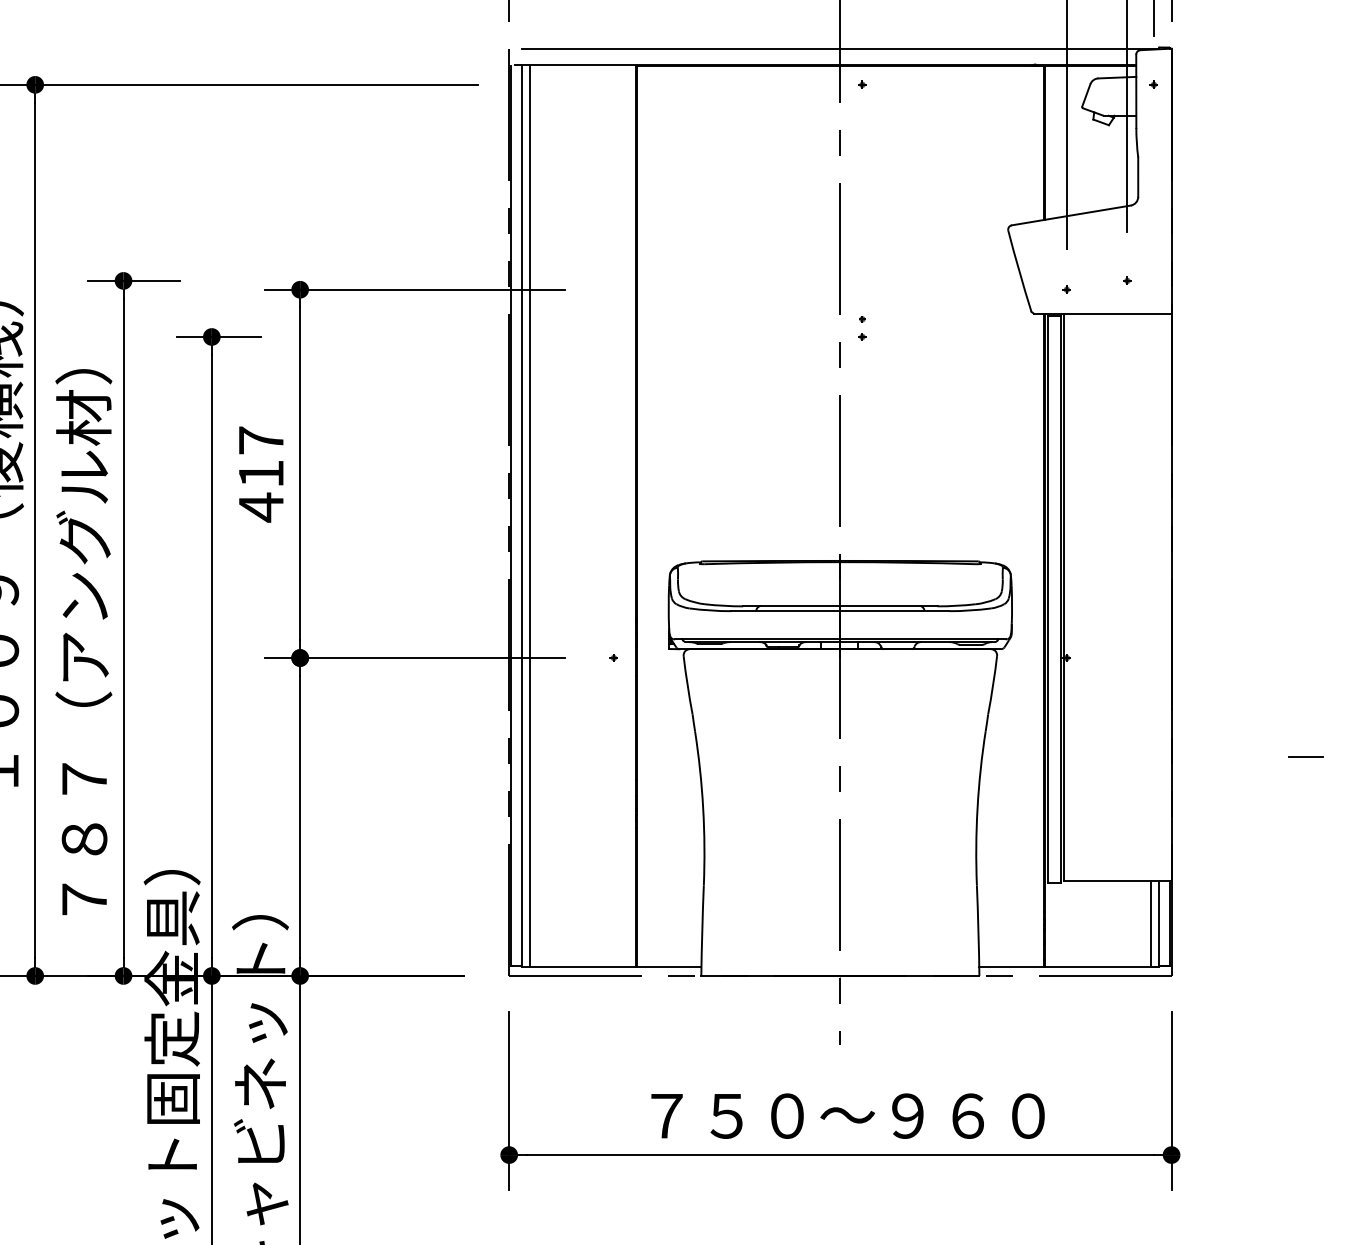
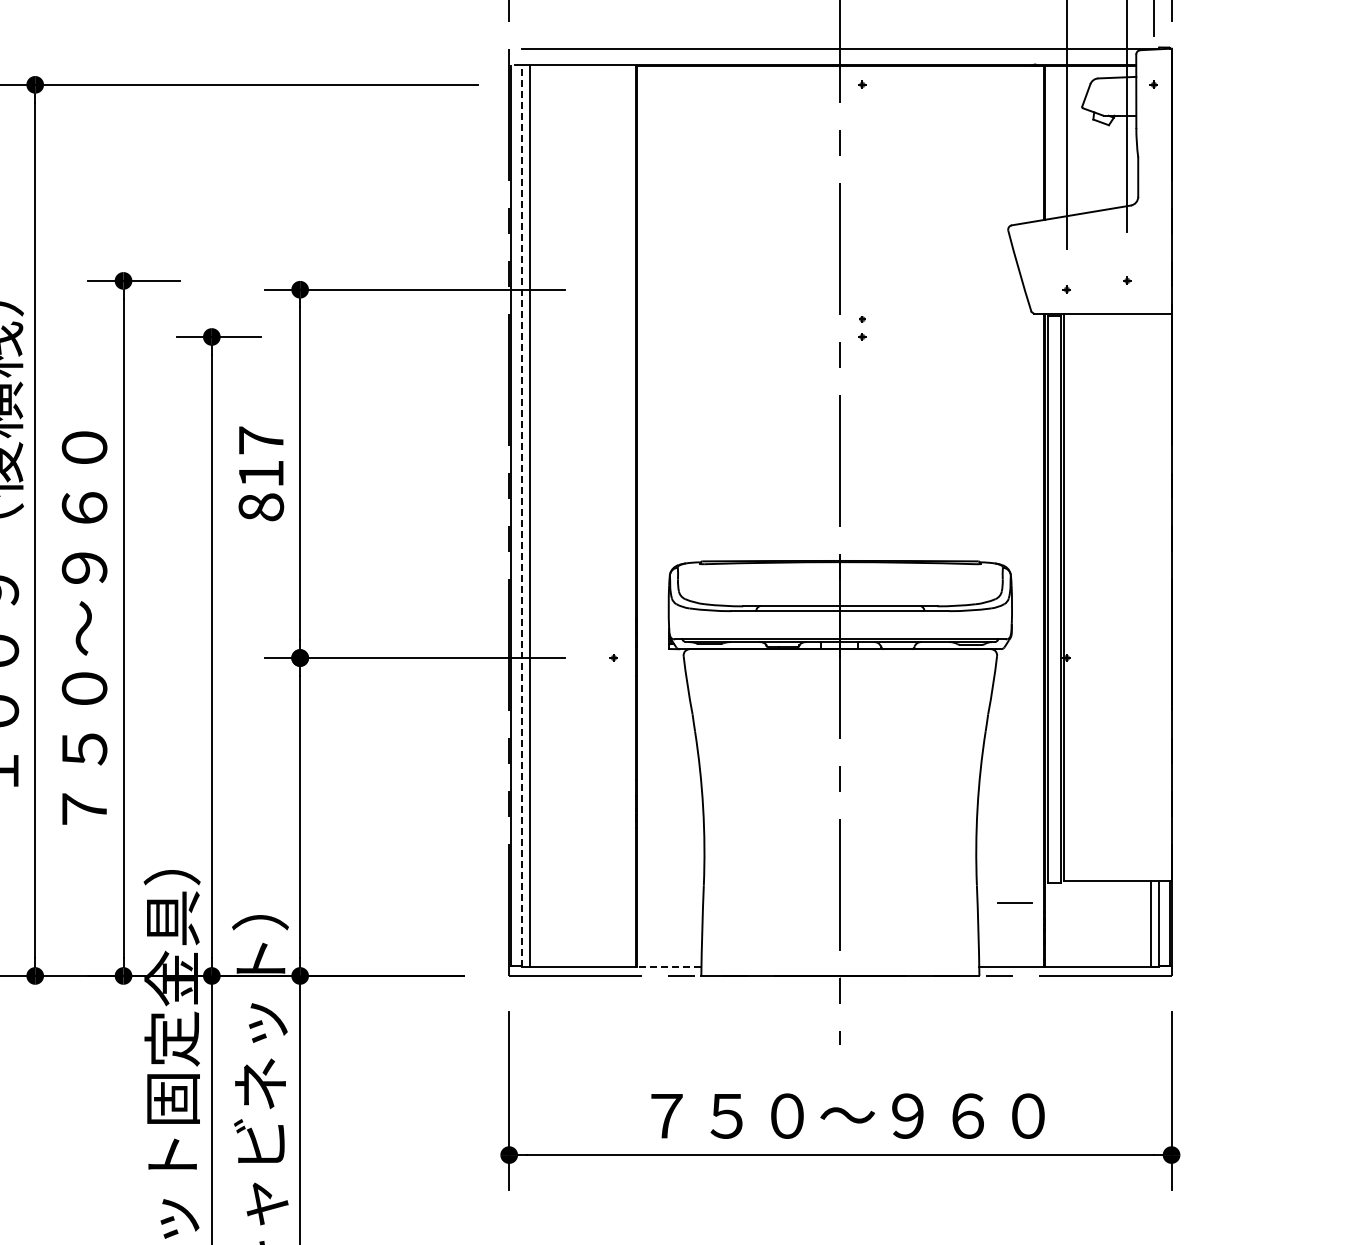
text at (261, 507): 417 -> 817
line at (521, 516): solid -> dashed
text at (83, 642): ７８７（アングル材） -> ７５０～９６０
line at (1305, 756) position: (1305, 756) -> (1014, 902)
line at (668, 967): solid -> dashed
